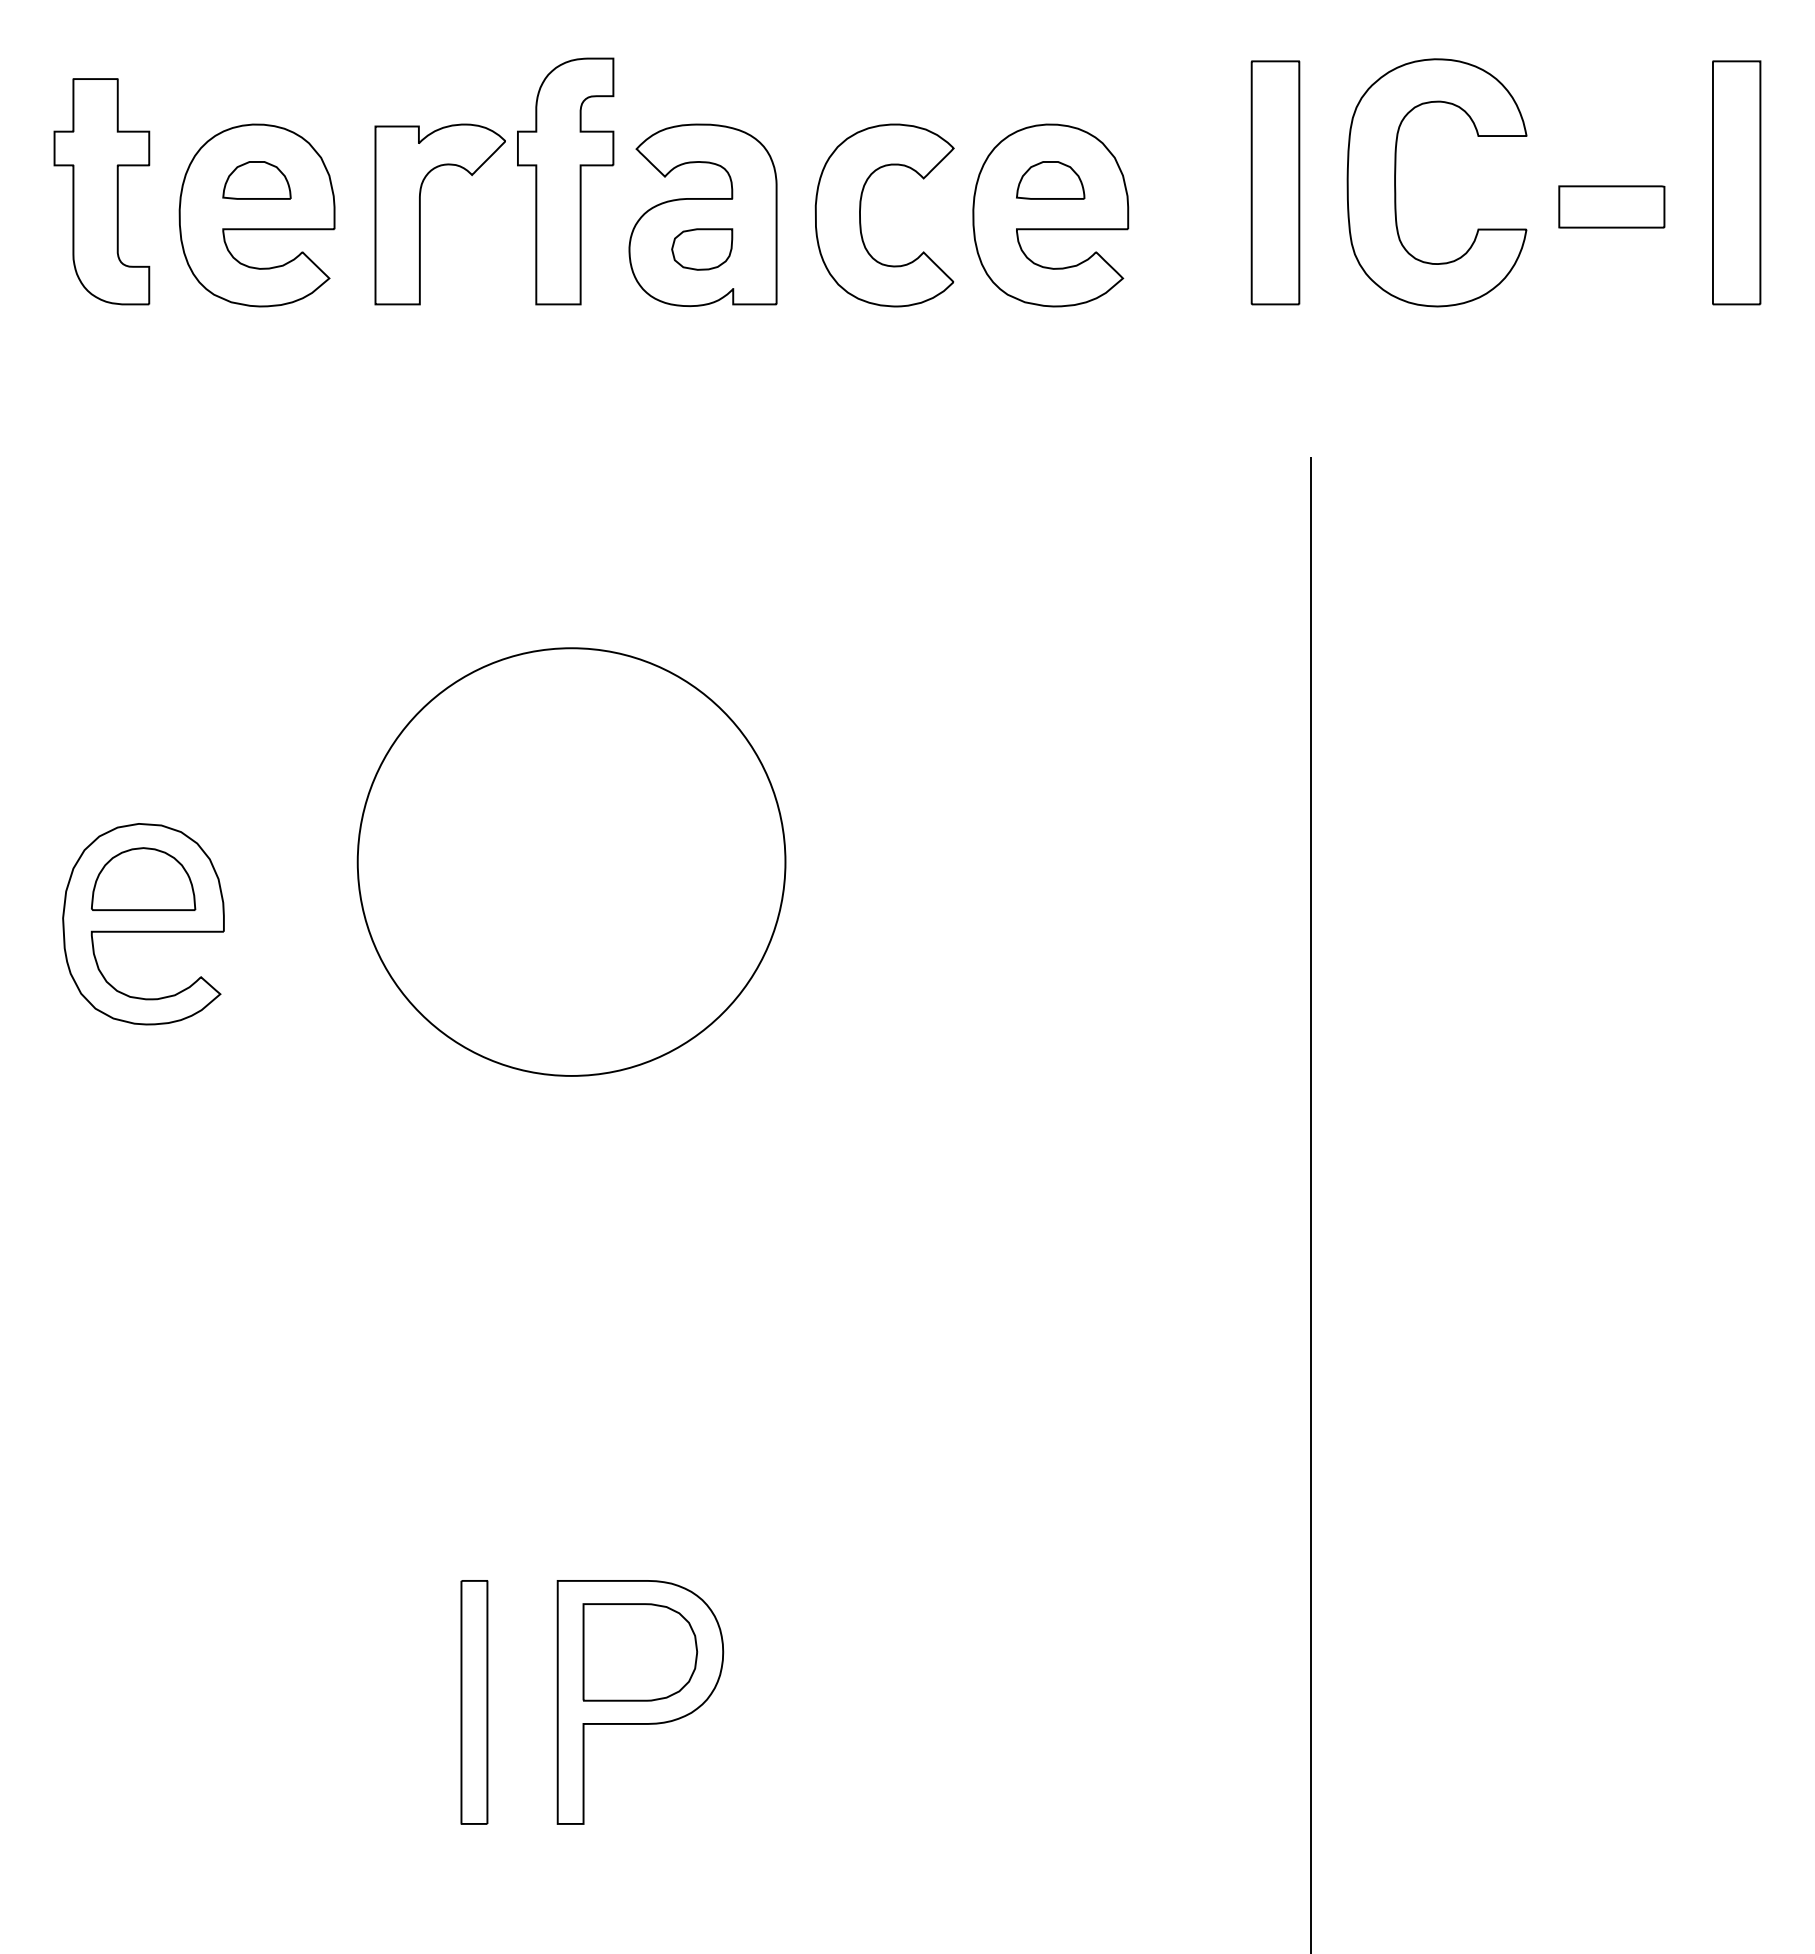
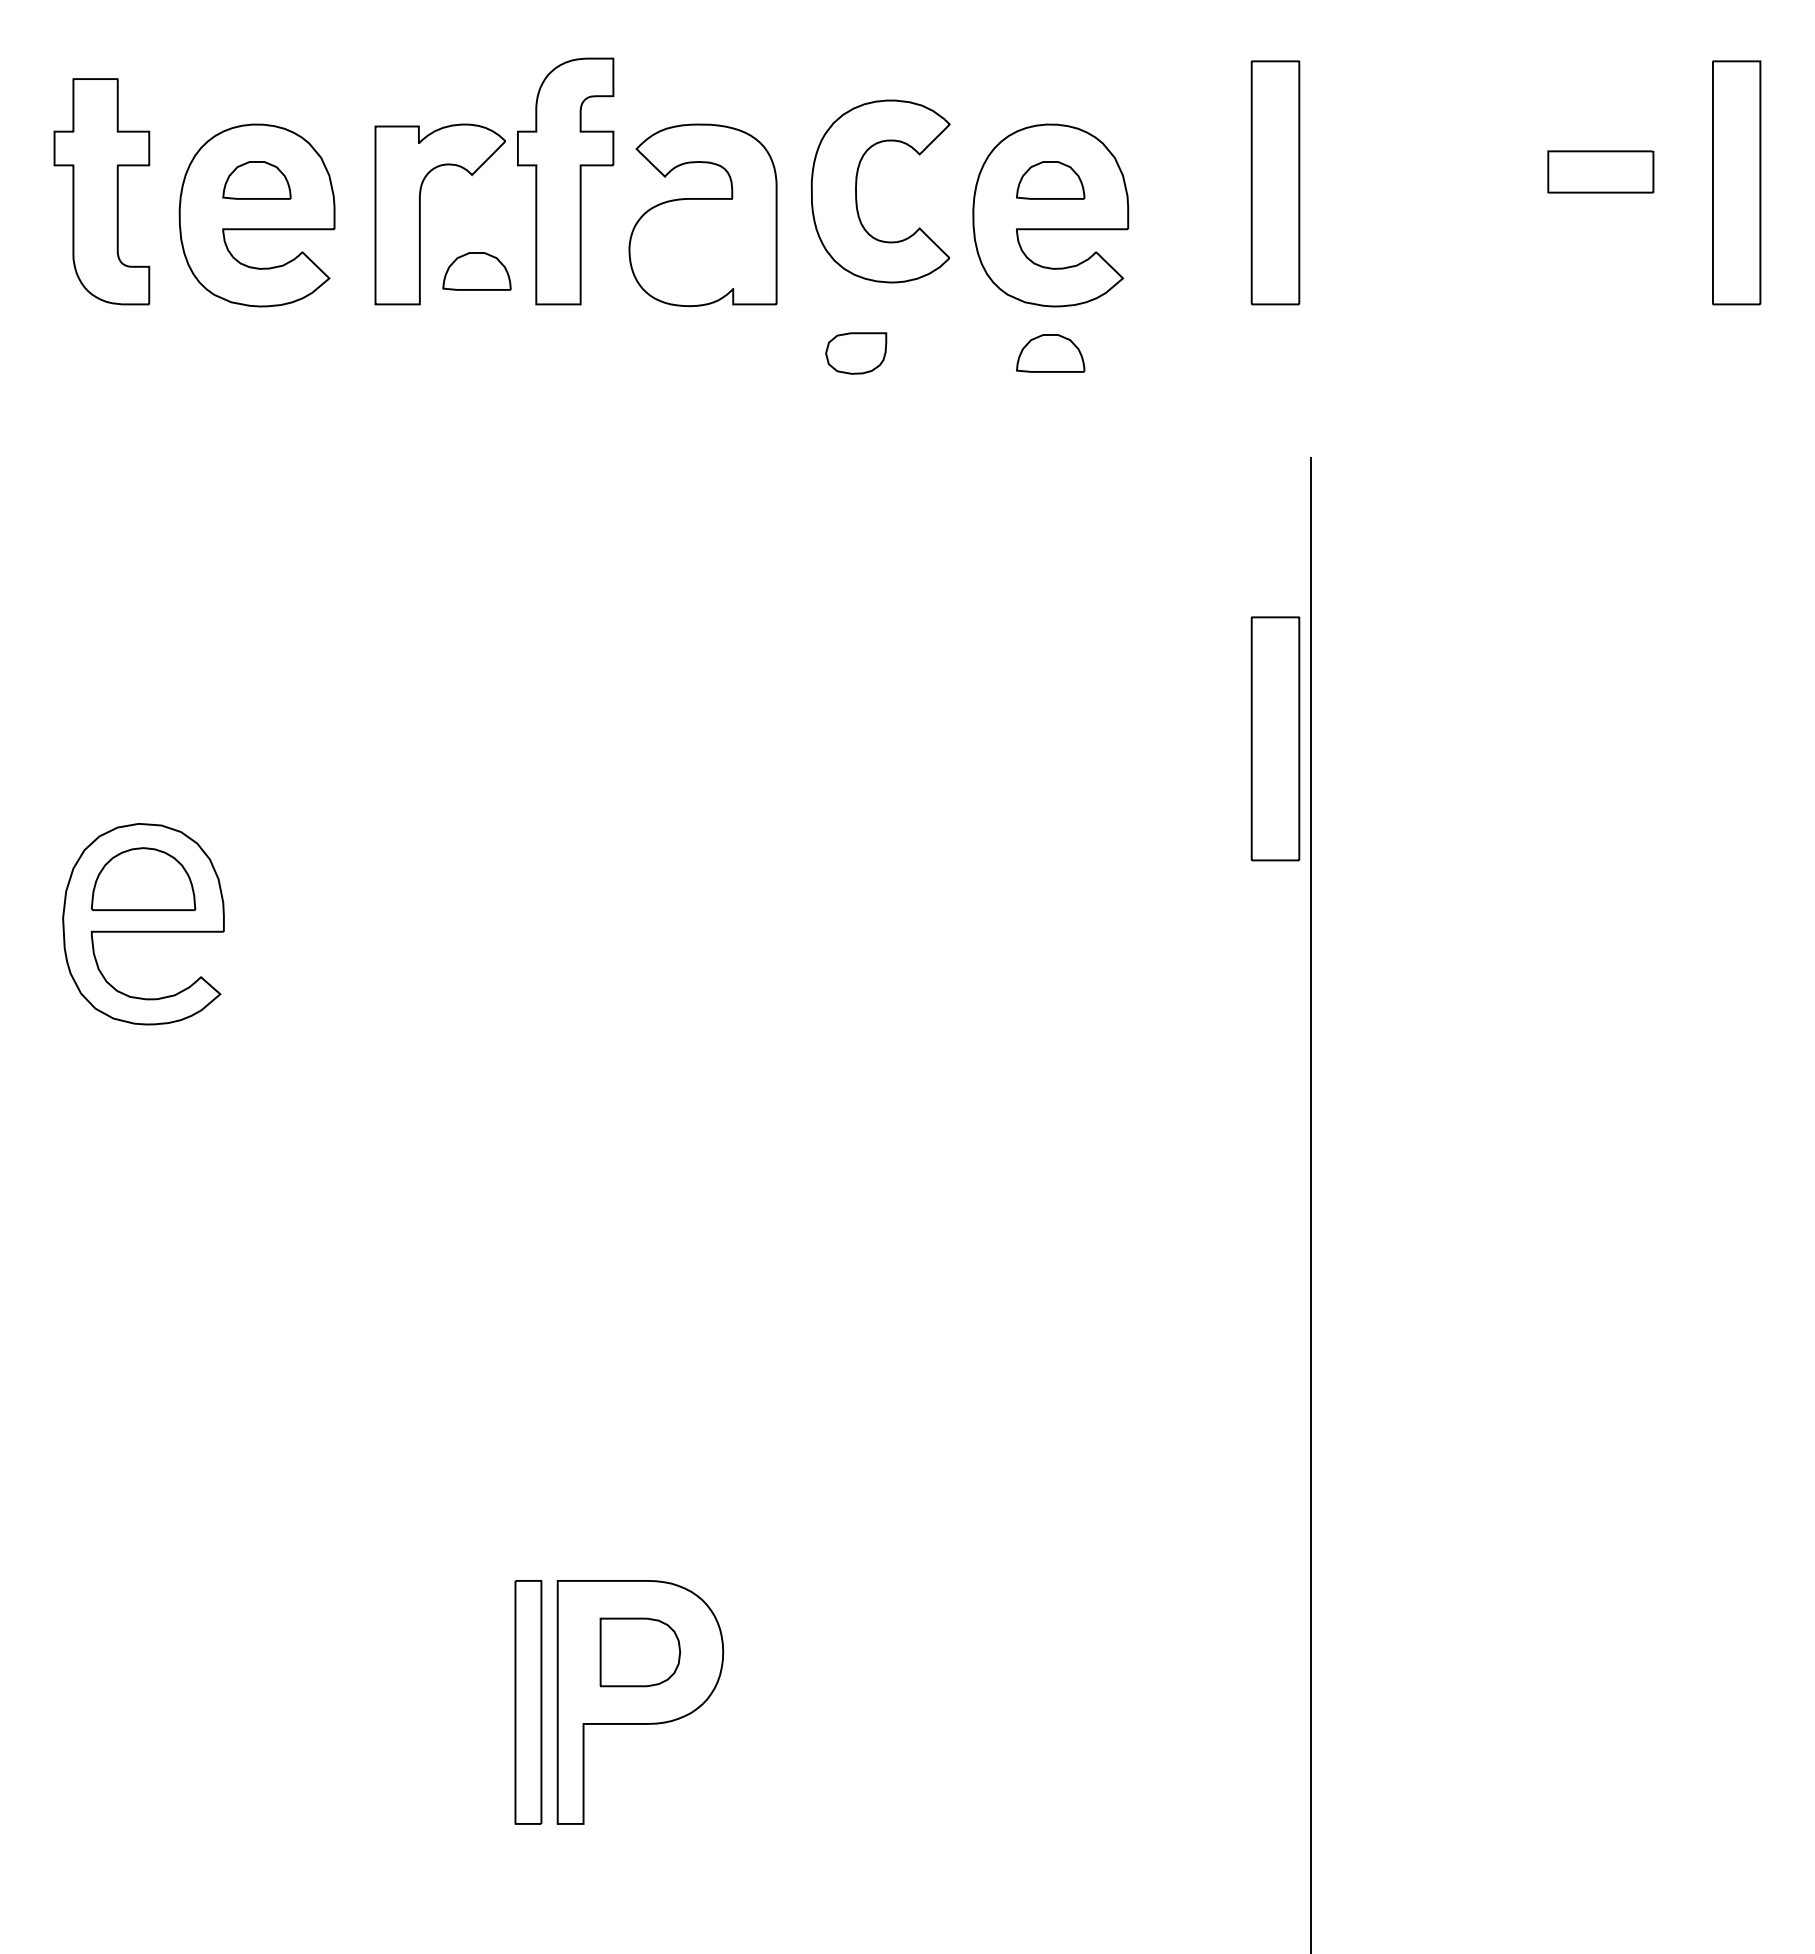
part at (1396, 188): present -> none
part at (1611, 206) position: (1611, 206) -> (1600, 171)
part at (860, 215) position: (860, 215) -> (856, 191)
part at (702, 249) position: (702, 249) -> (856, 353)
part at (476, 271): none -> present
part at (1050, 353): none -> present
part at (1275, 738): none -> present
part at (571, 861): present -> none
part at (640, 1652) size: 117x99 px -> 83x71 px
part at (474, 1702) position: (474, 1702) -> (528, 1702)
